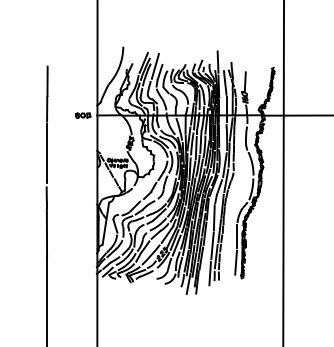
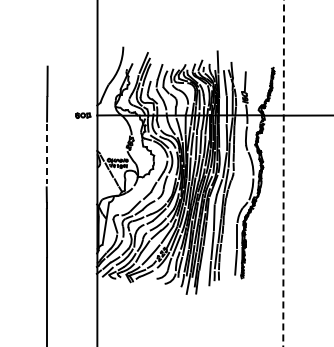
line at (154, 66): present -> none
line at (46, 152): solid -> dashed
line at (283, 173): solid -> dashed
